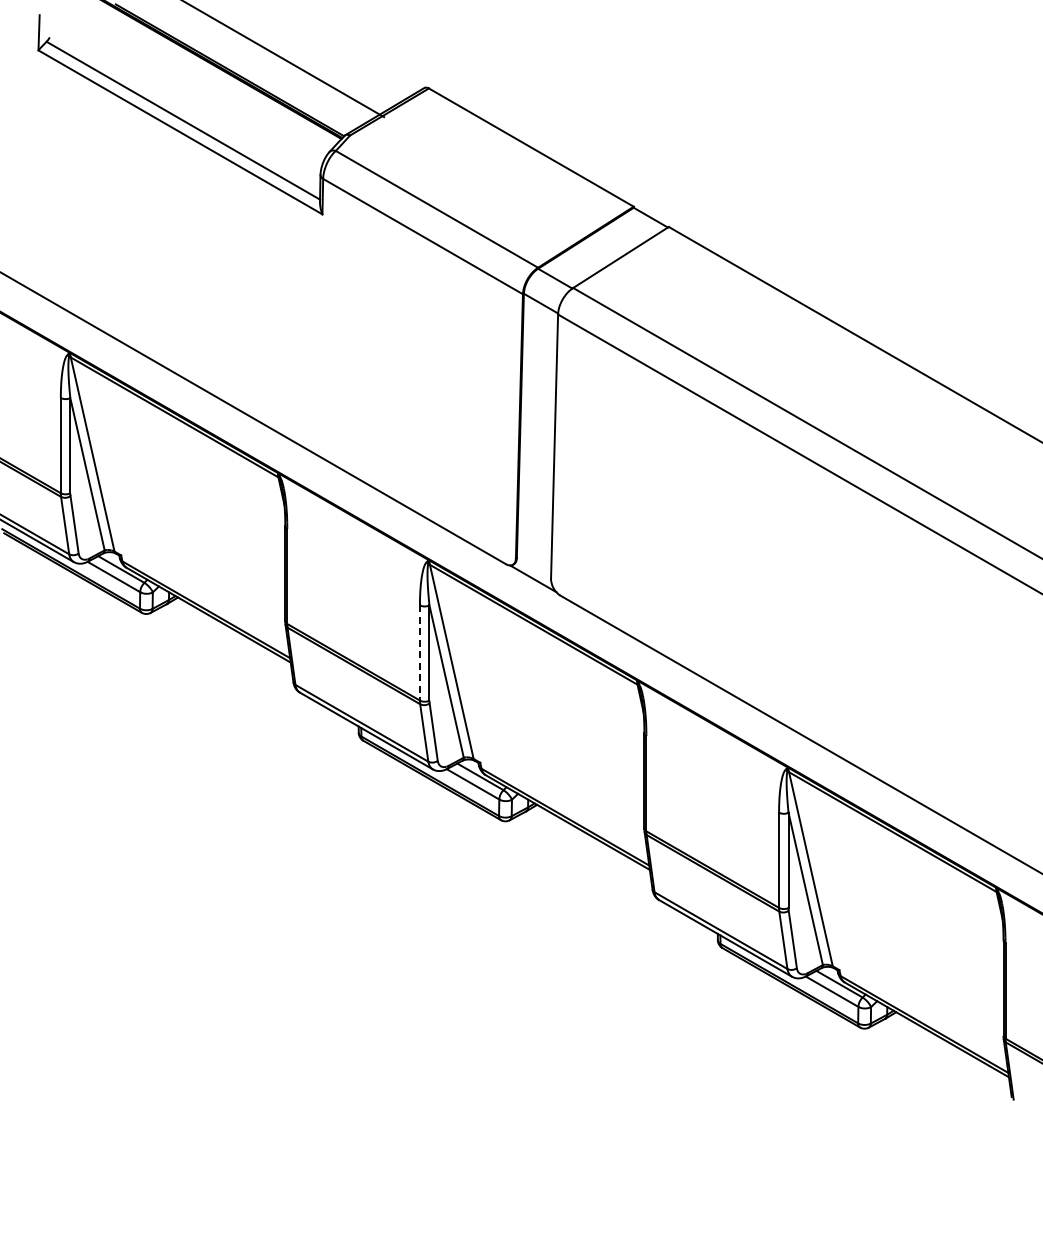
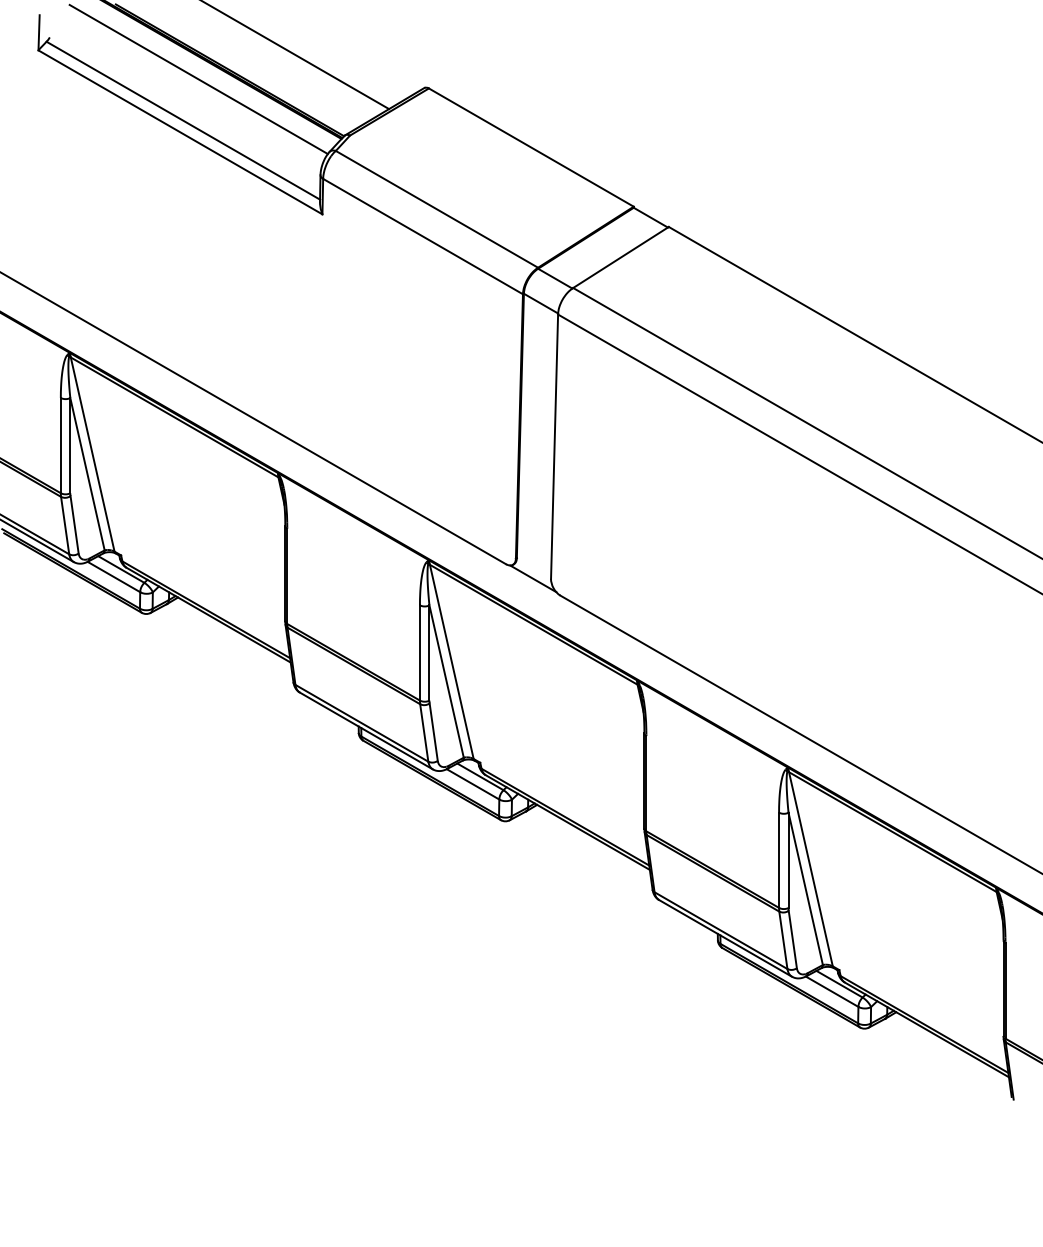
line at (284, 59) position: (284, 59) -> (296, 55)
line at (198, 79): none -> present
line at (419, 652): dashed -> solid
